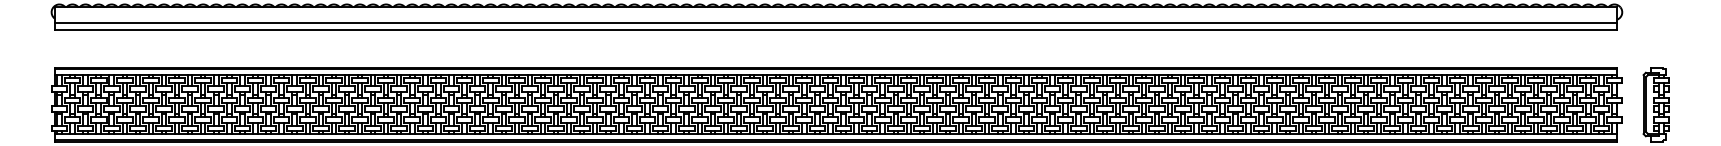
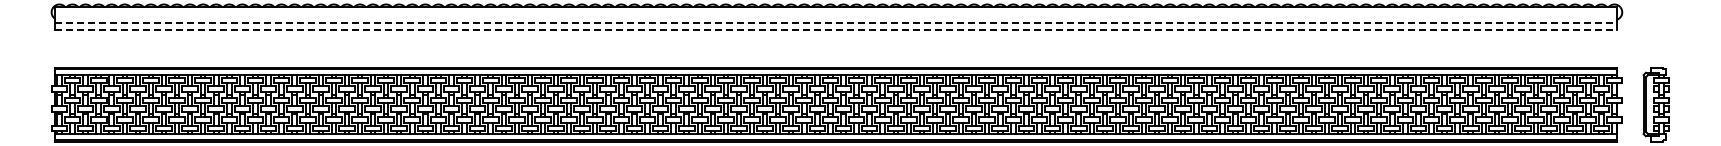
line at (836, 22): solid -> dashed
line at (836, 30): solid -> dashed
